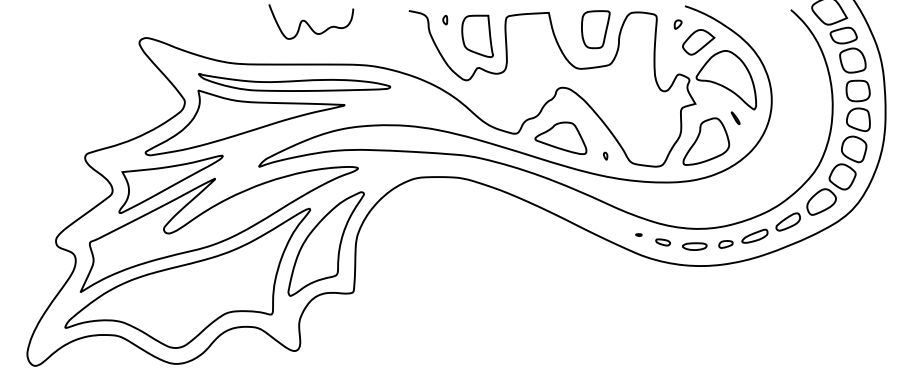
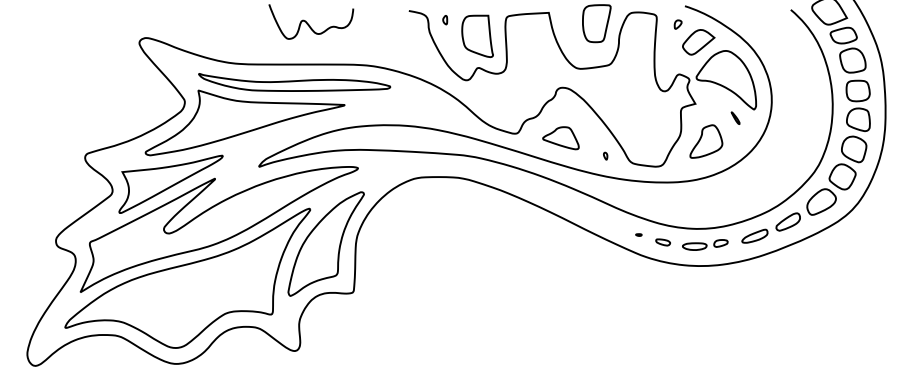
part at (595, 29) position: (595, 29) -> (596, 23)
part at (560, 137) size: 54x34 px -> 38x25 px
part at (706, 141) size: 49x49 px -> 35x35 px
part at (725, 244) position: (725, 244) -> (720, 243)
